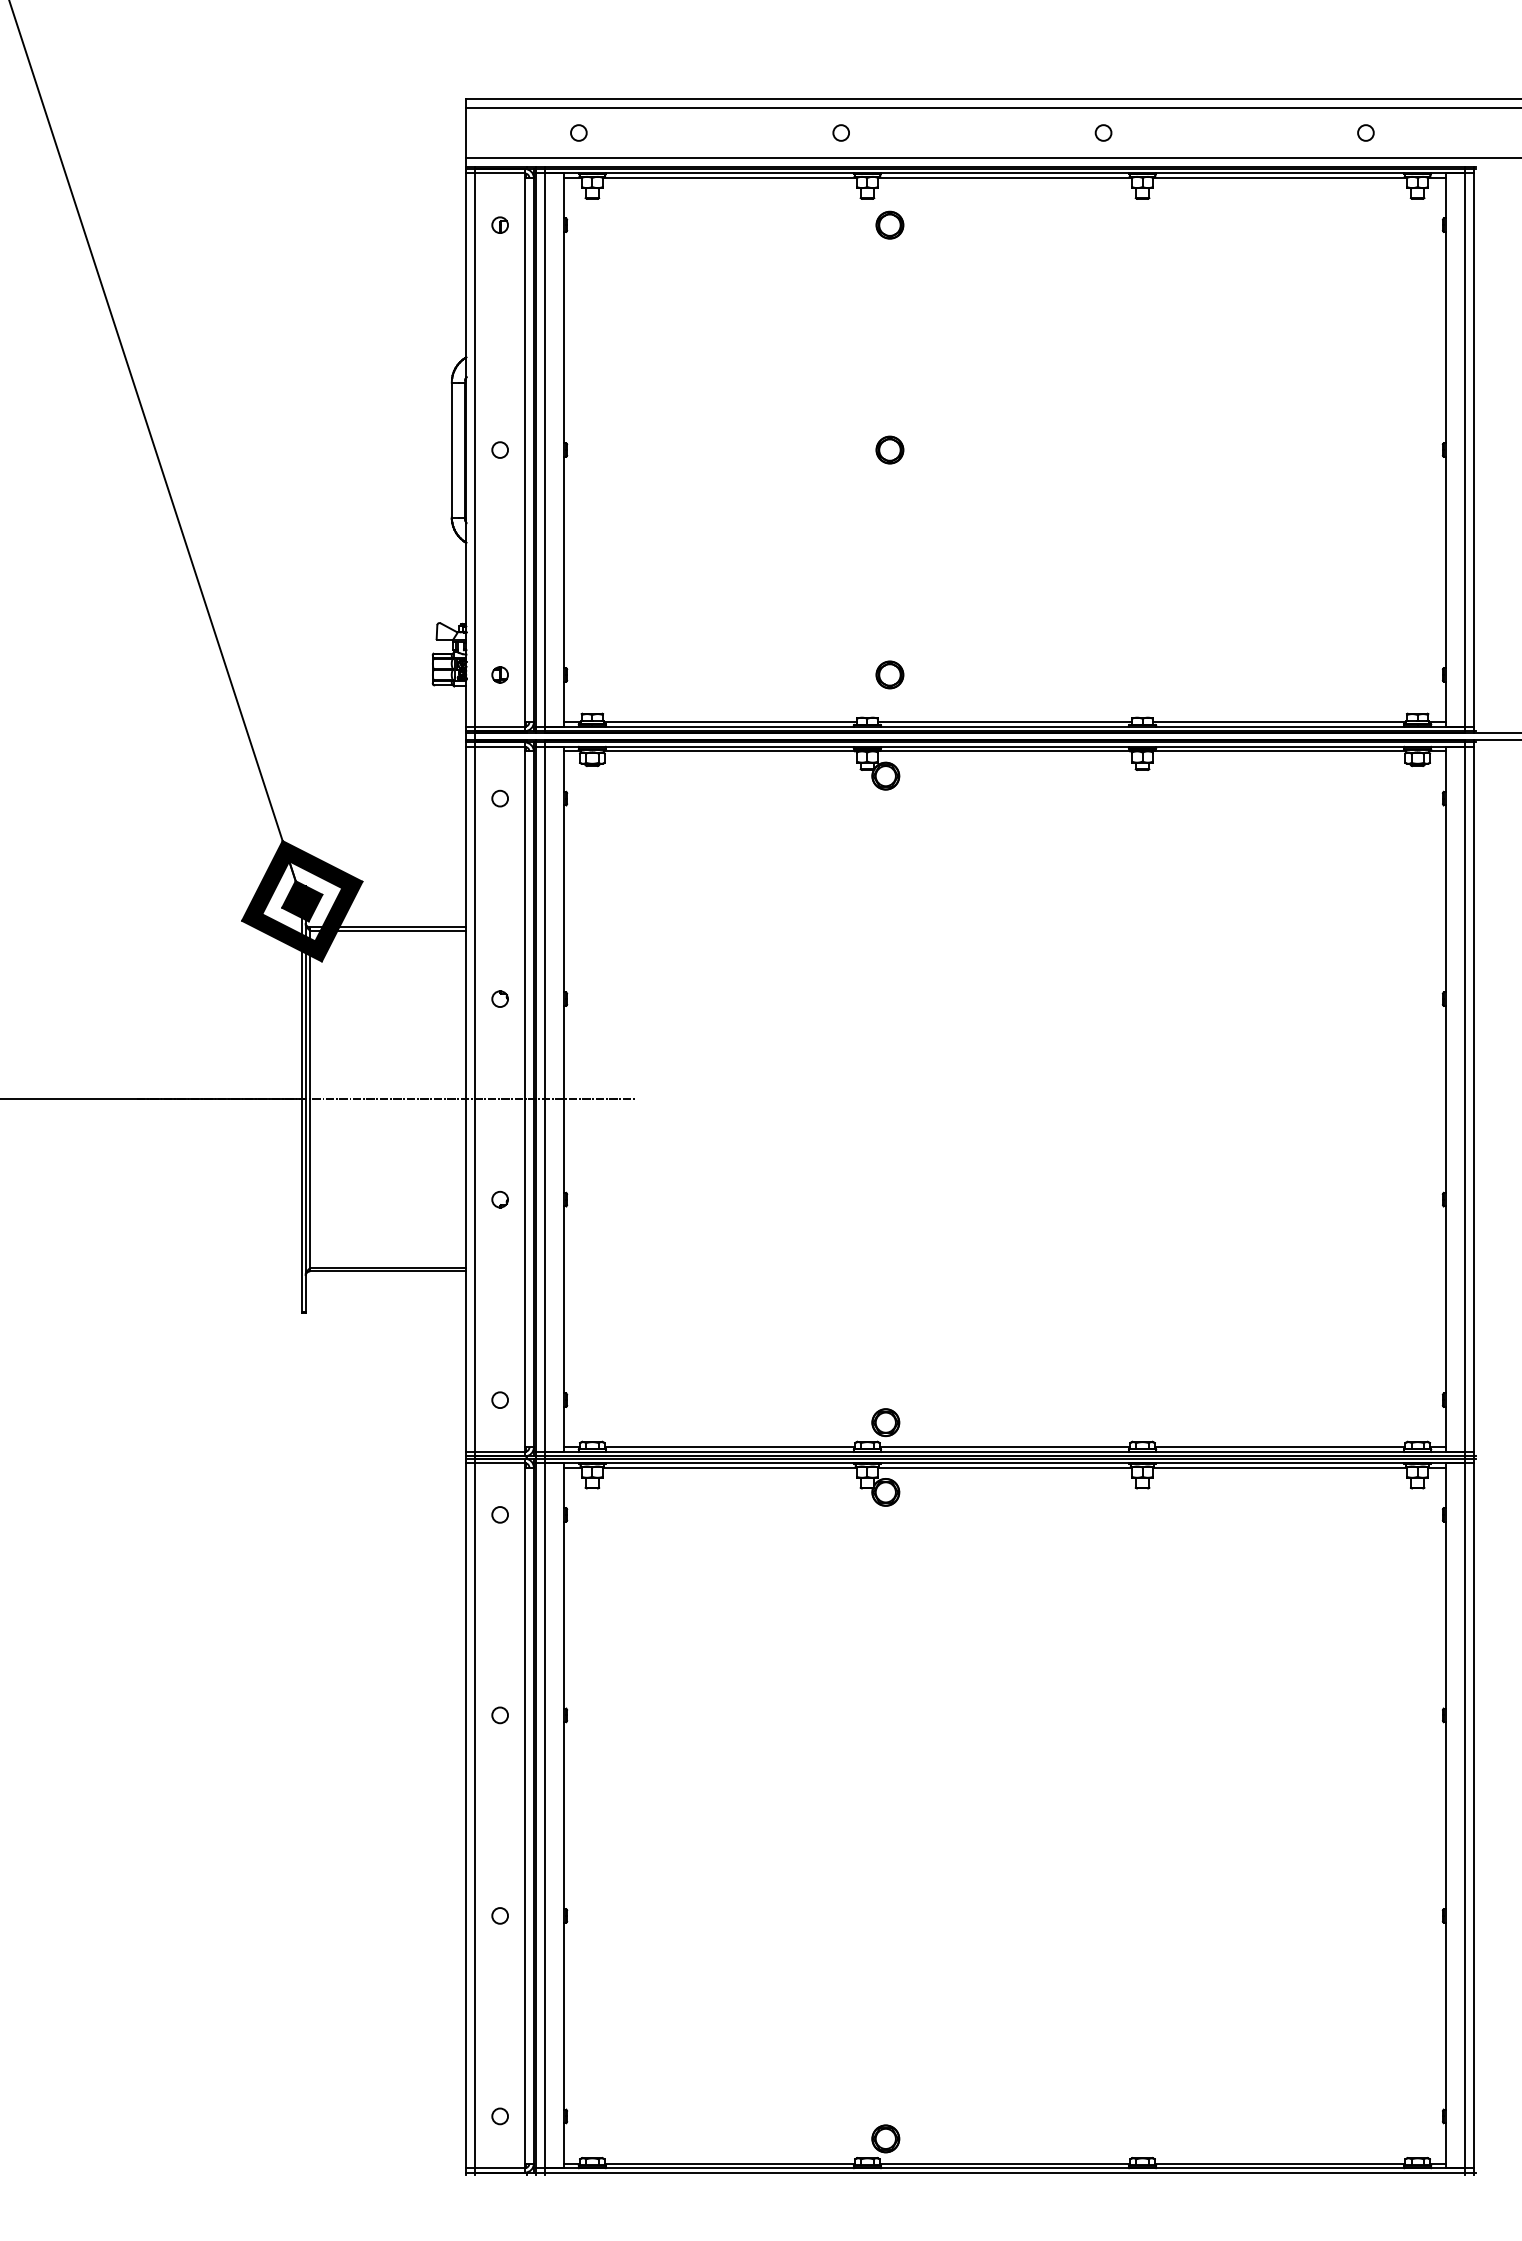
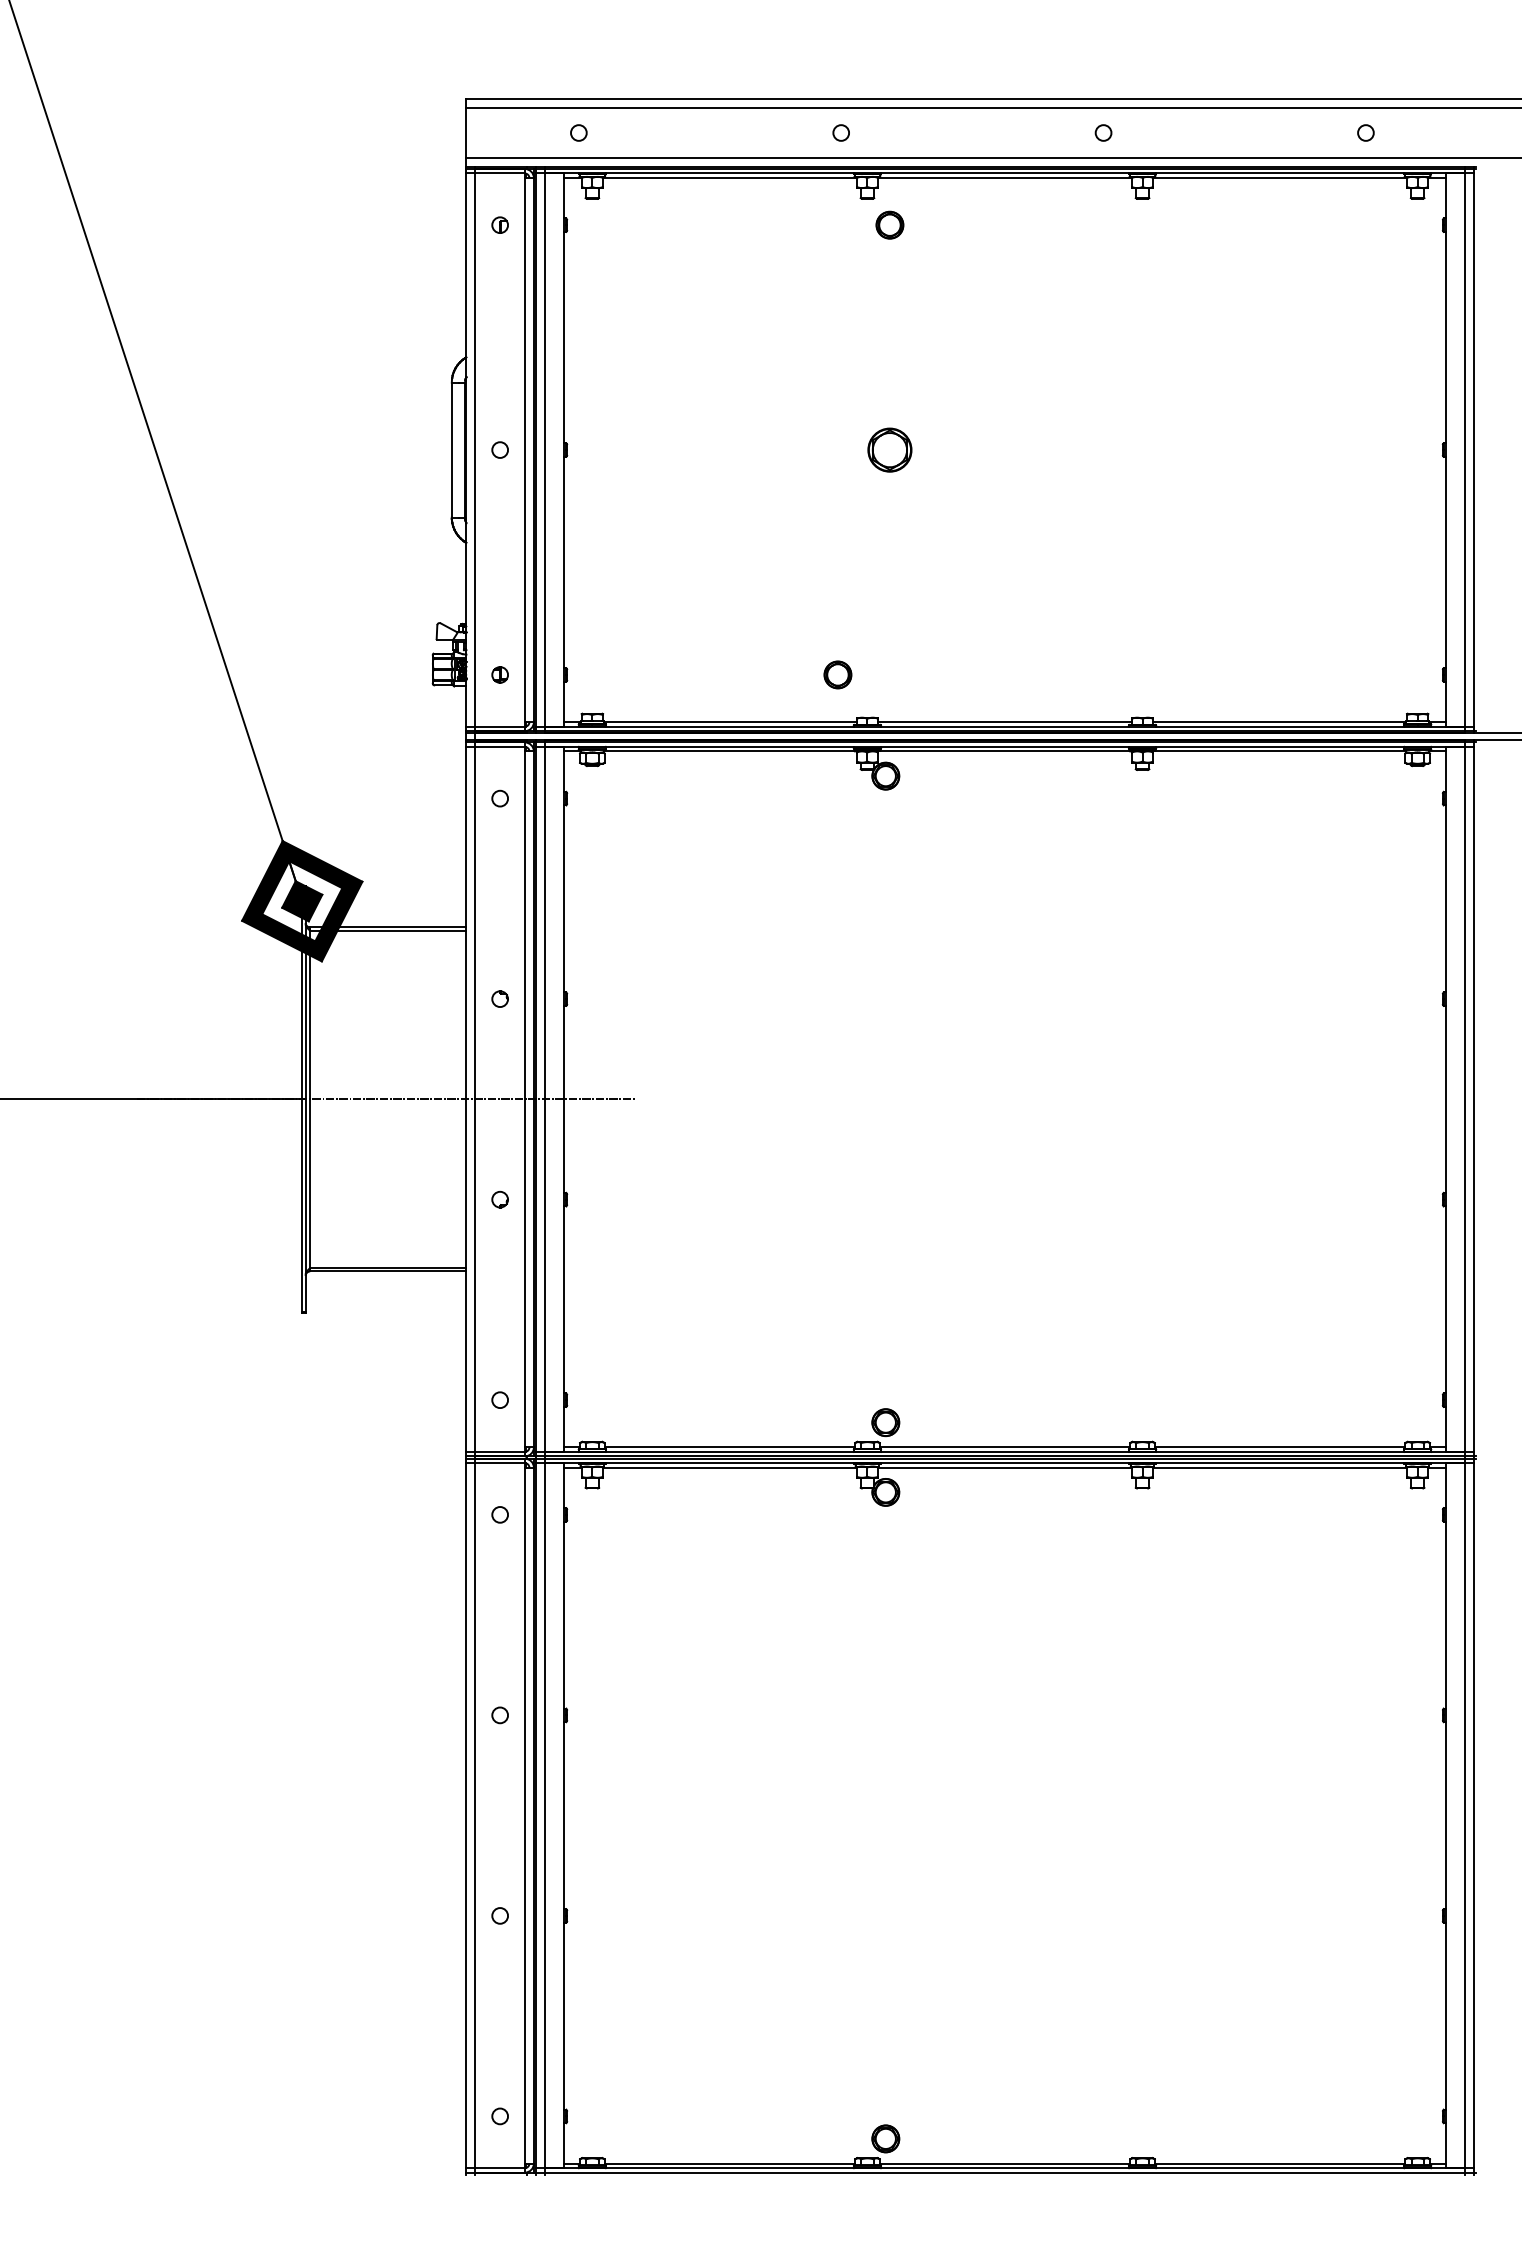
part at (889, 449) size: 30x30 px -> 46x46 px
part at (889, 674) position: (889, 674) -> (837, 674)
